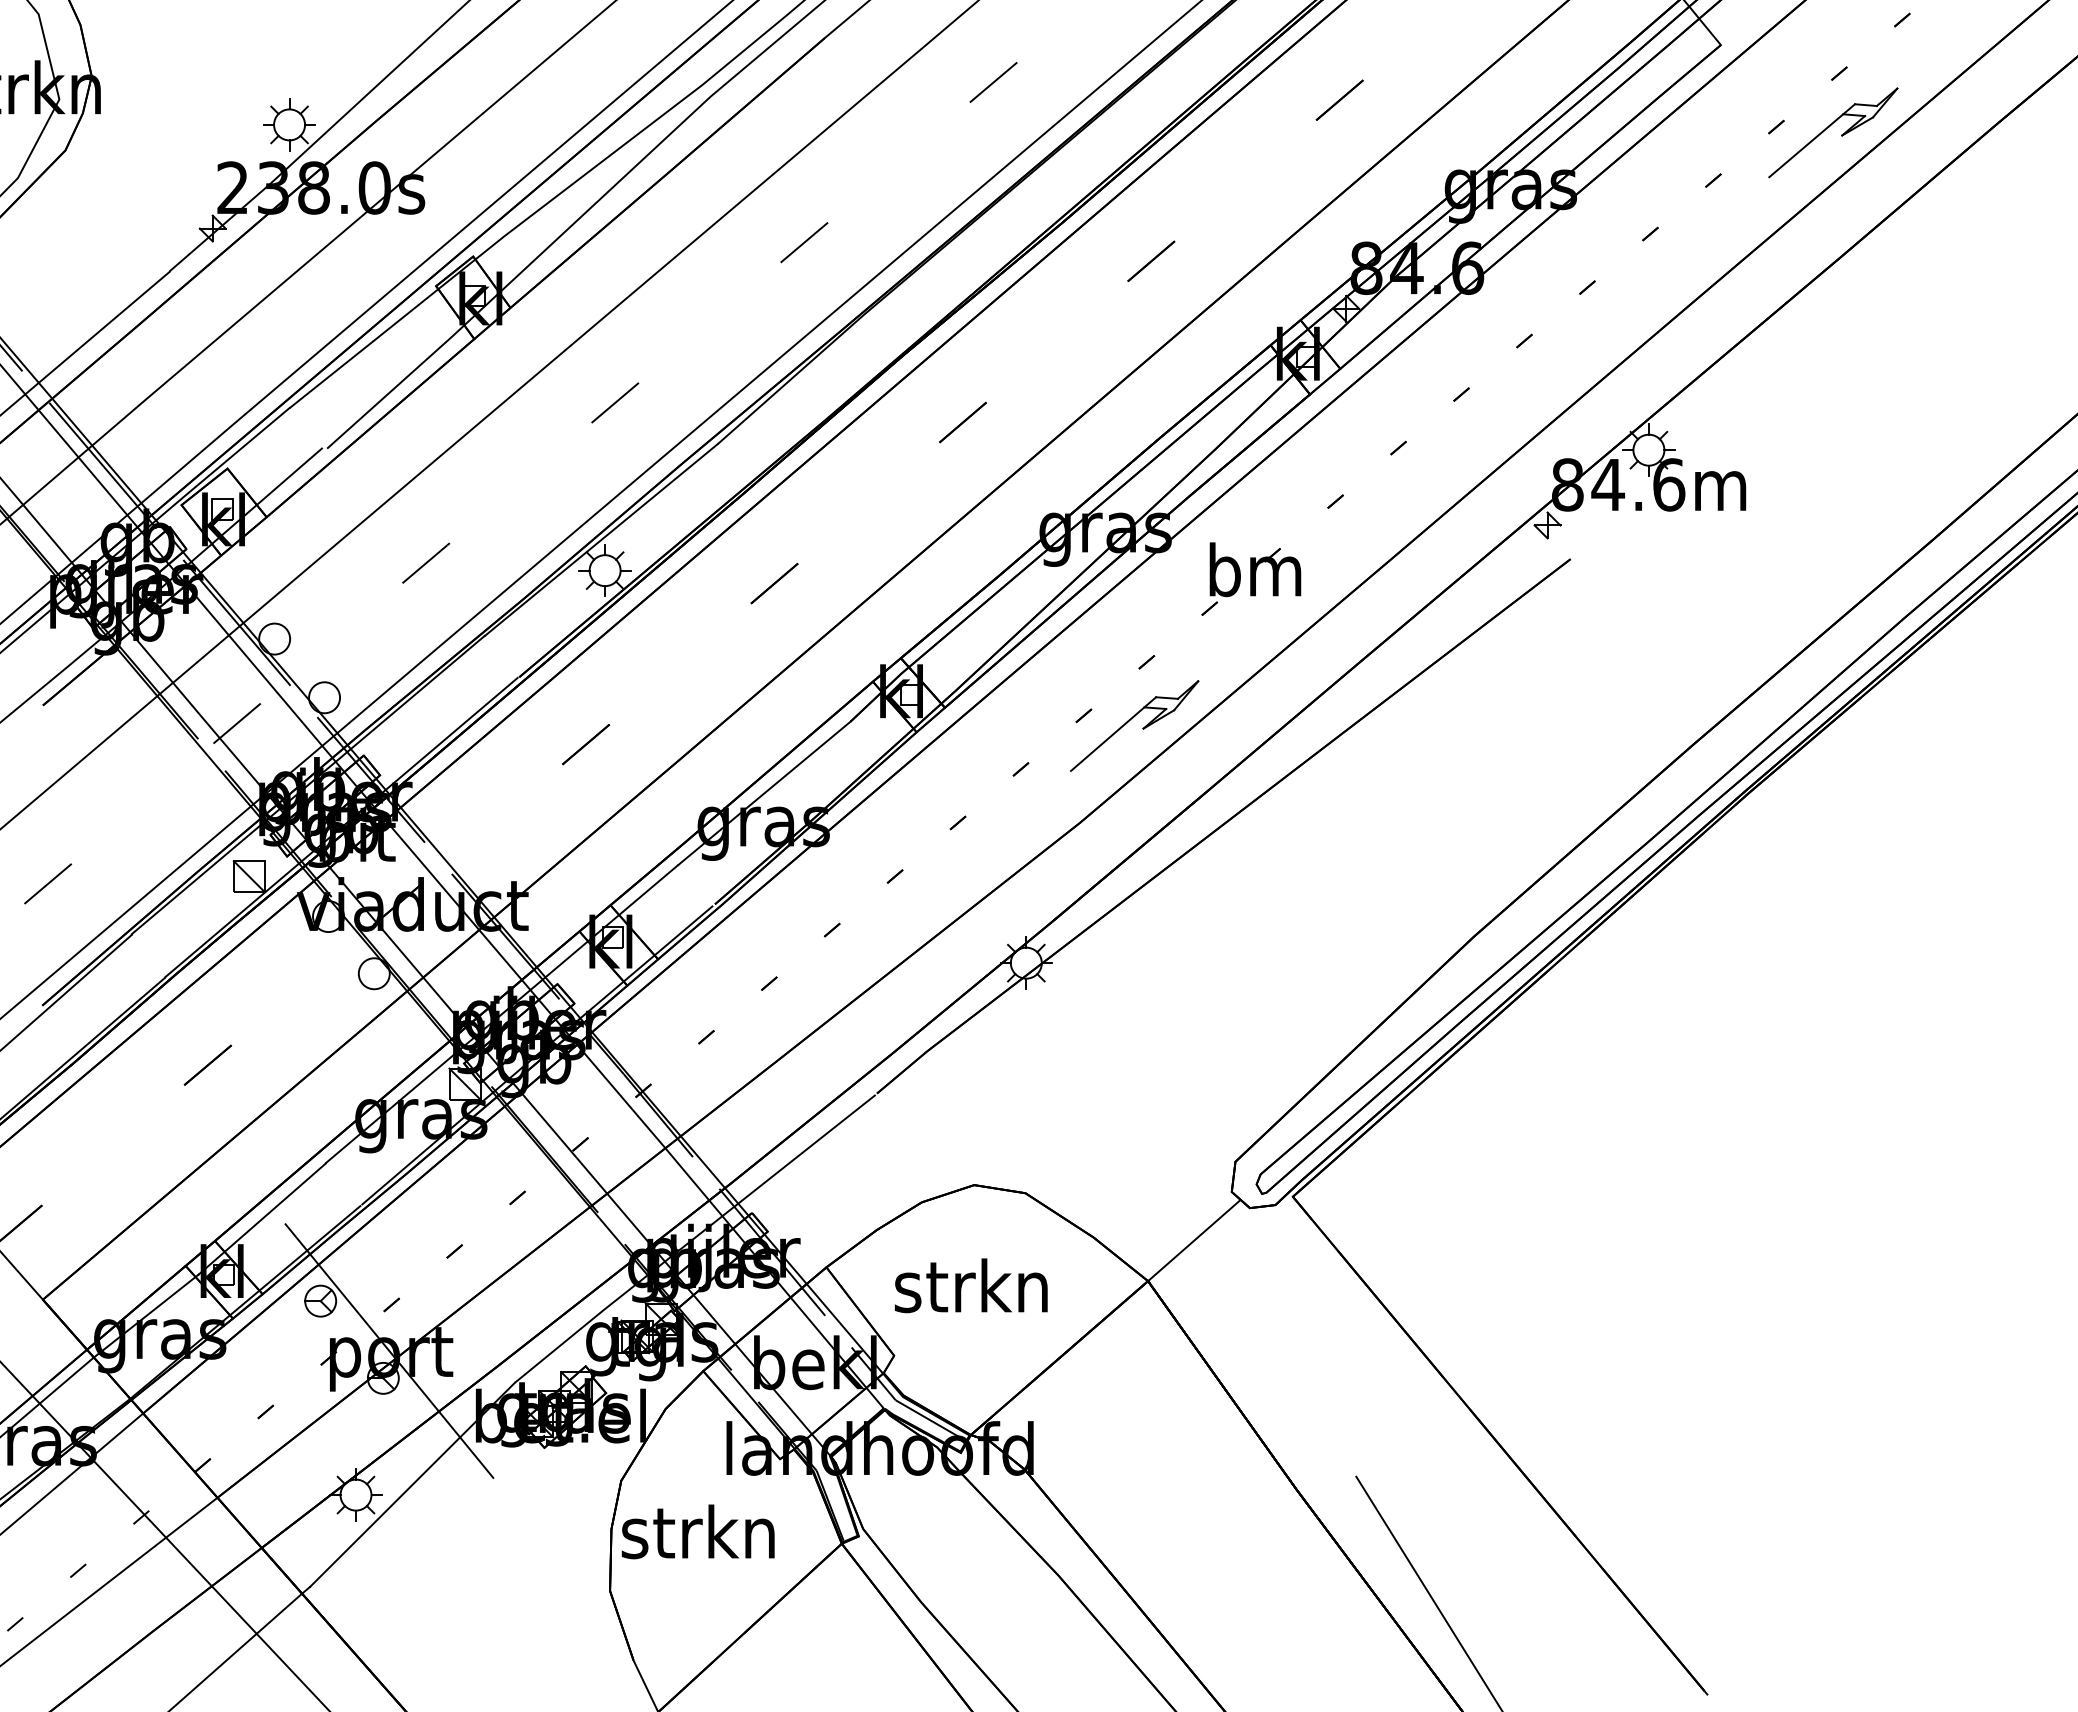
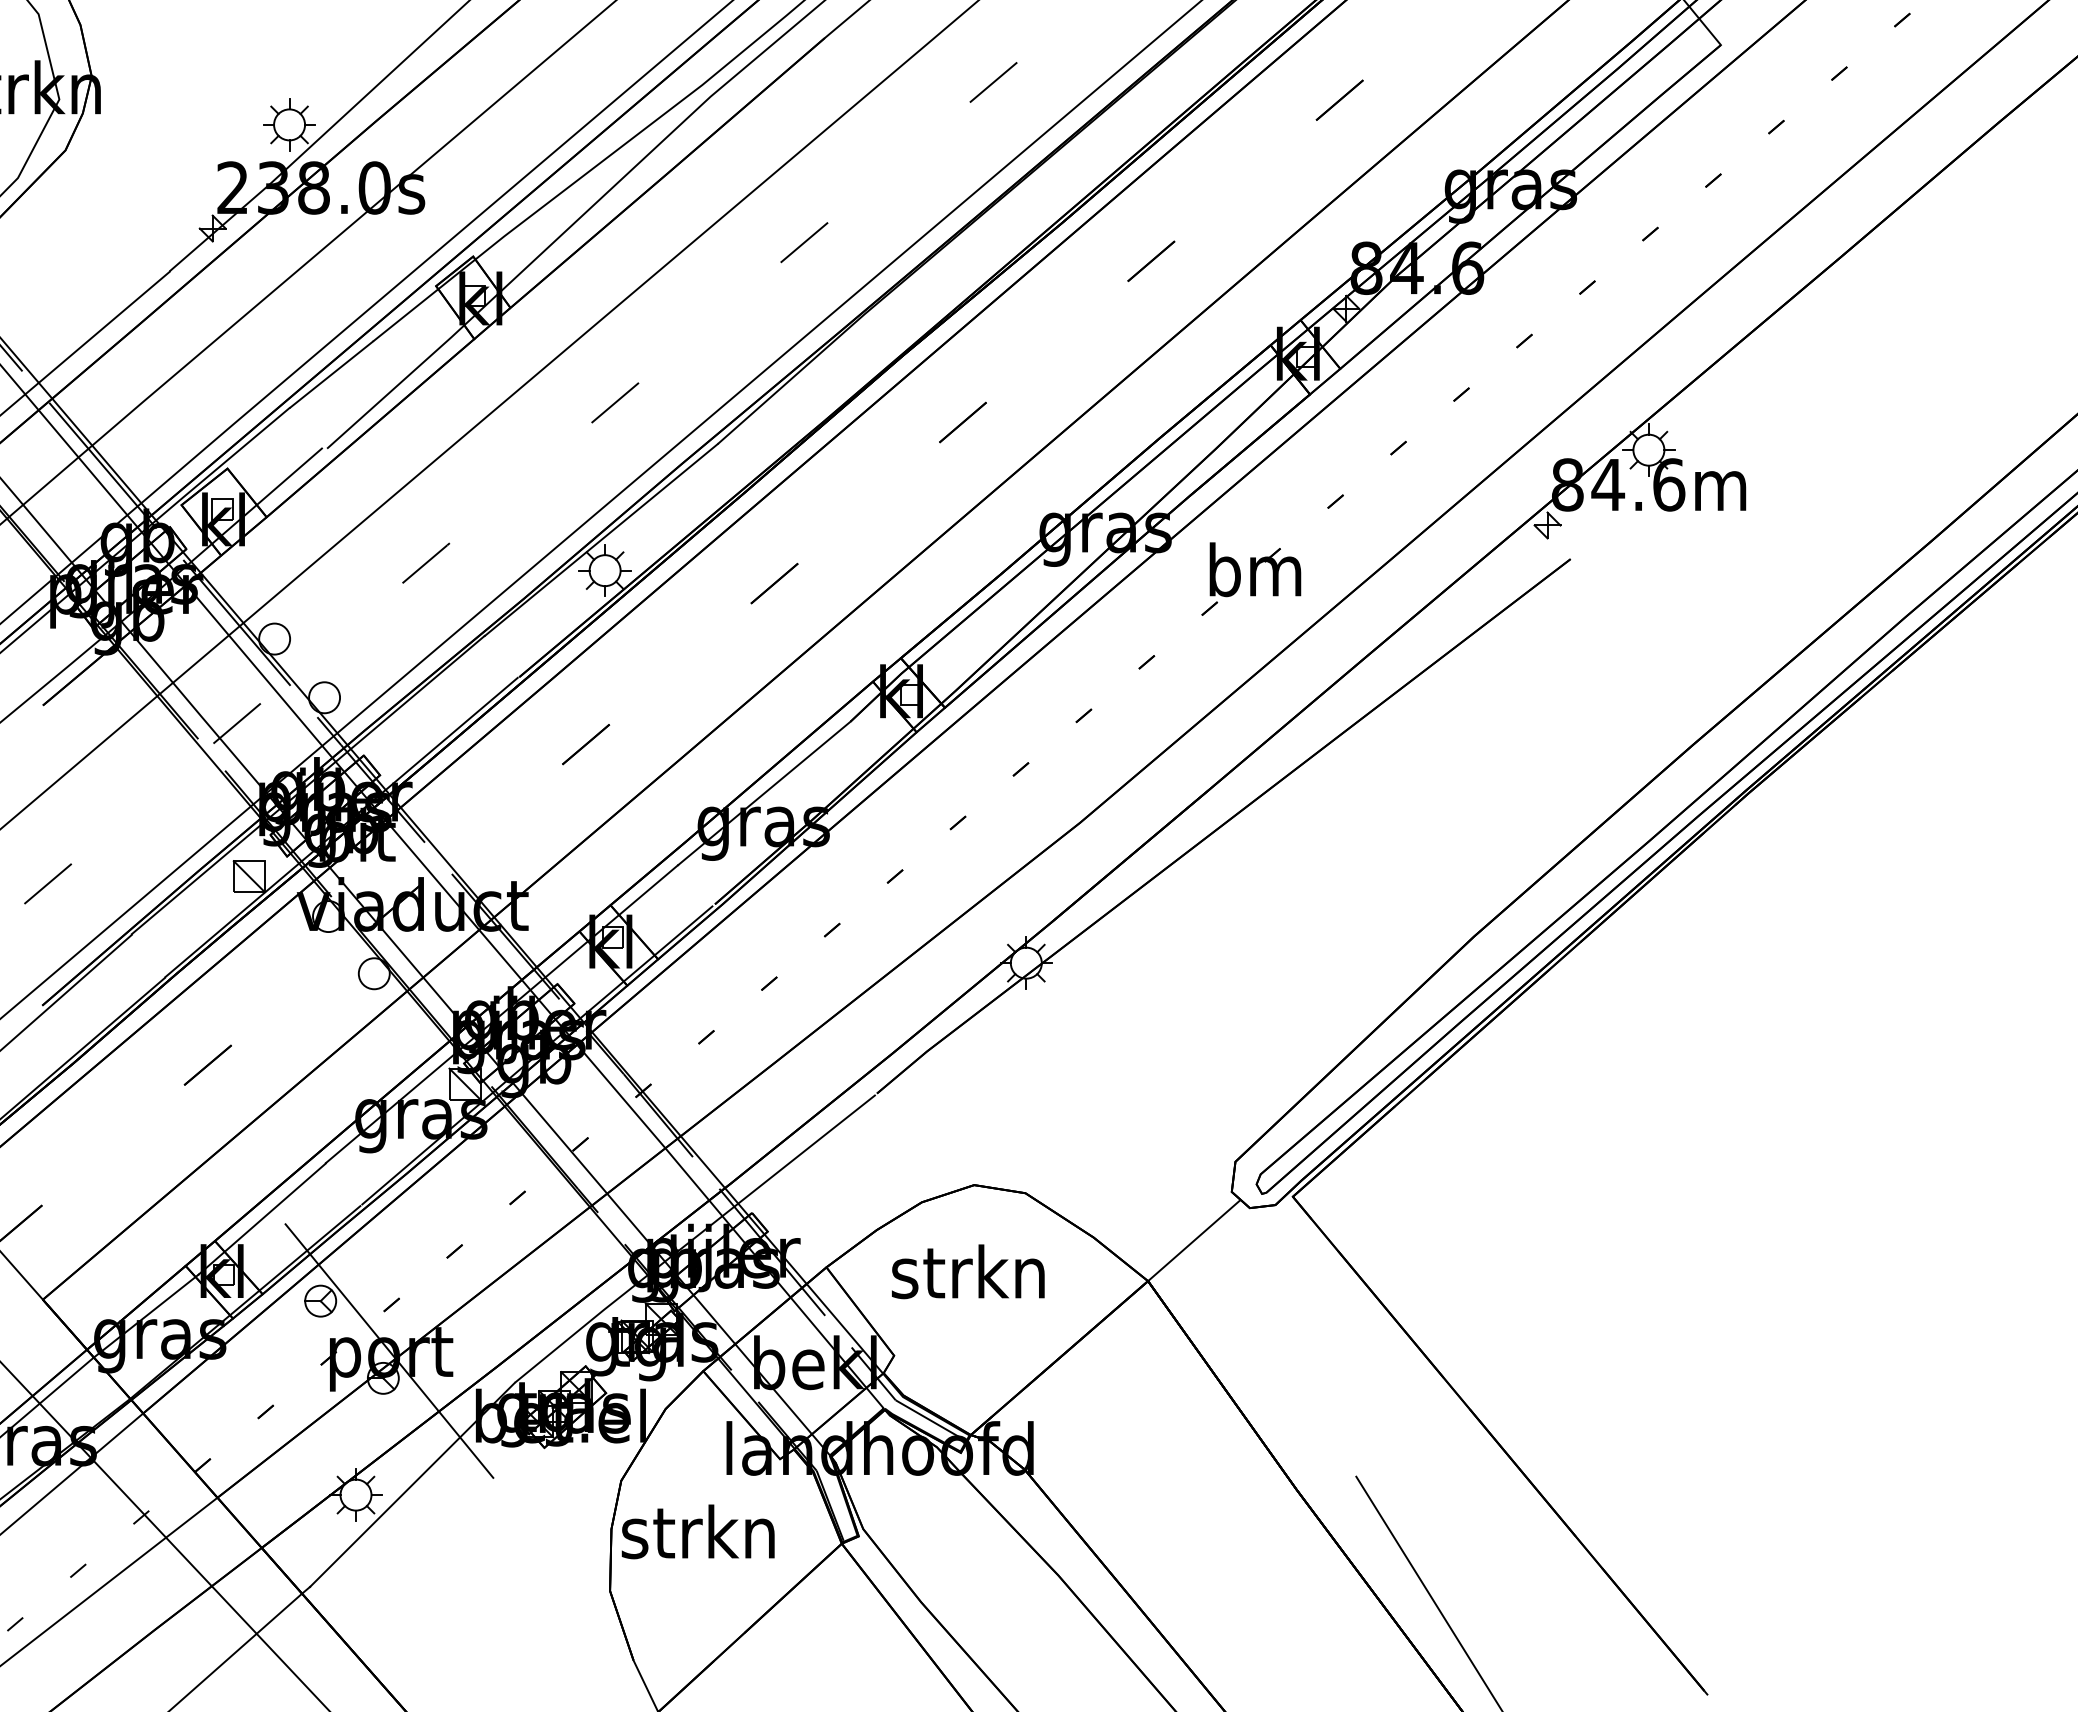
part at (1829, 127): present -> none
part at (1130, 720): present -> none
text at (971, 1285) position: (971, 1285) -> (968, 1271)
